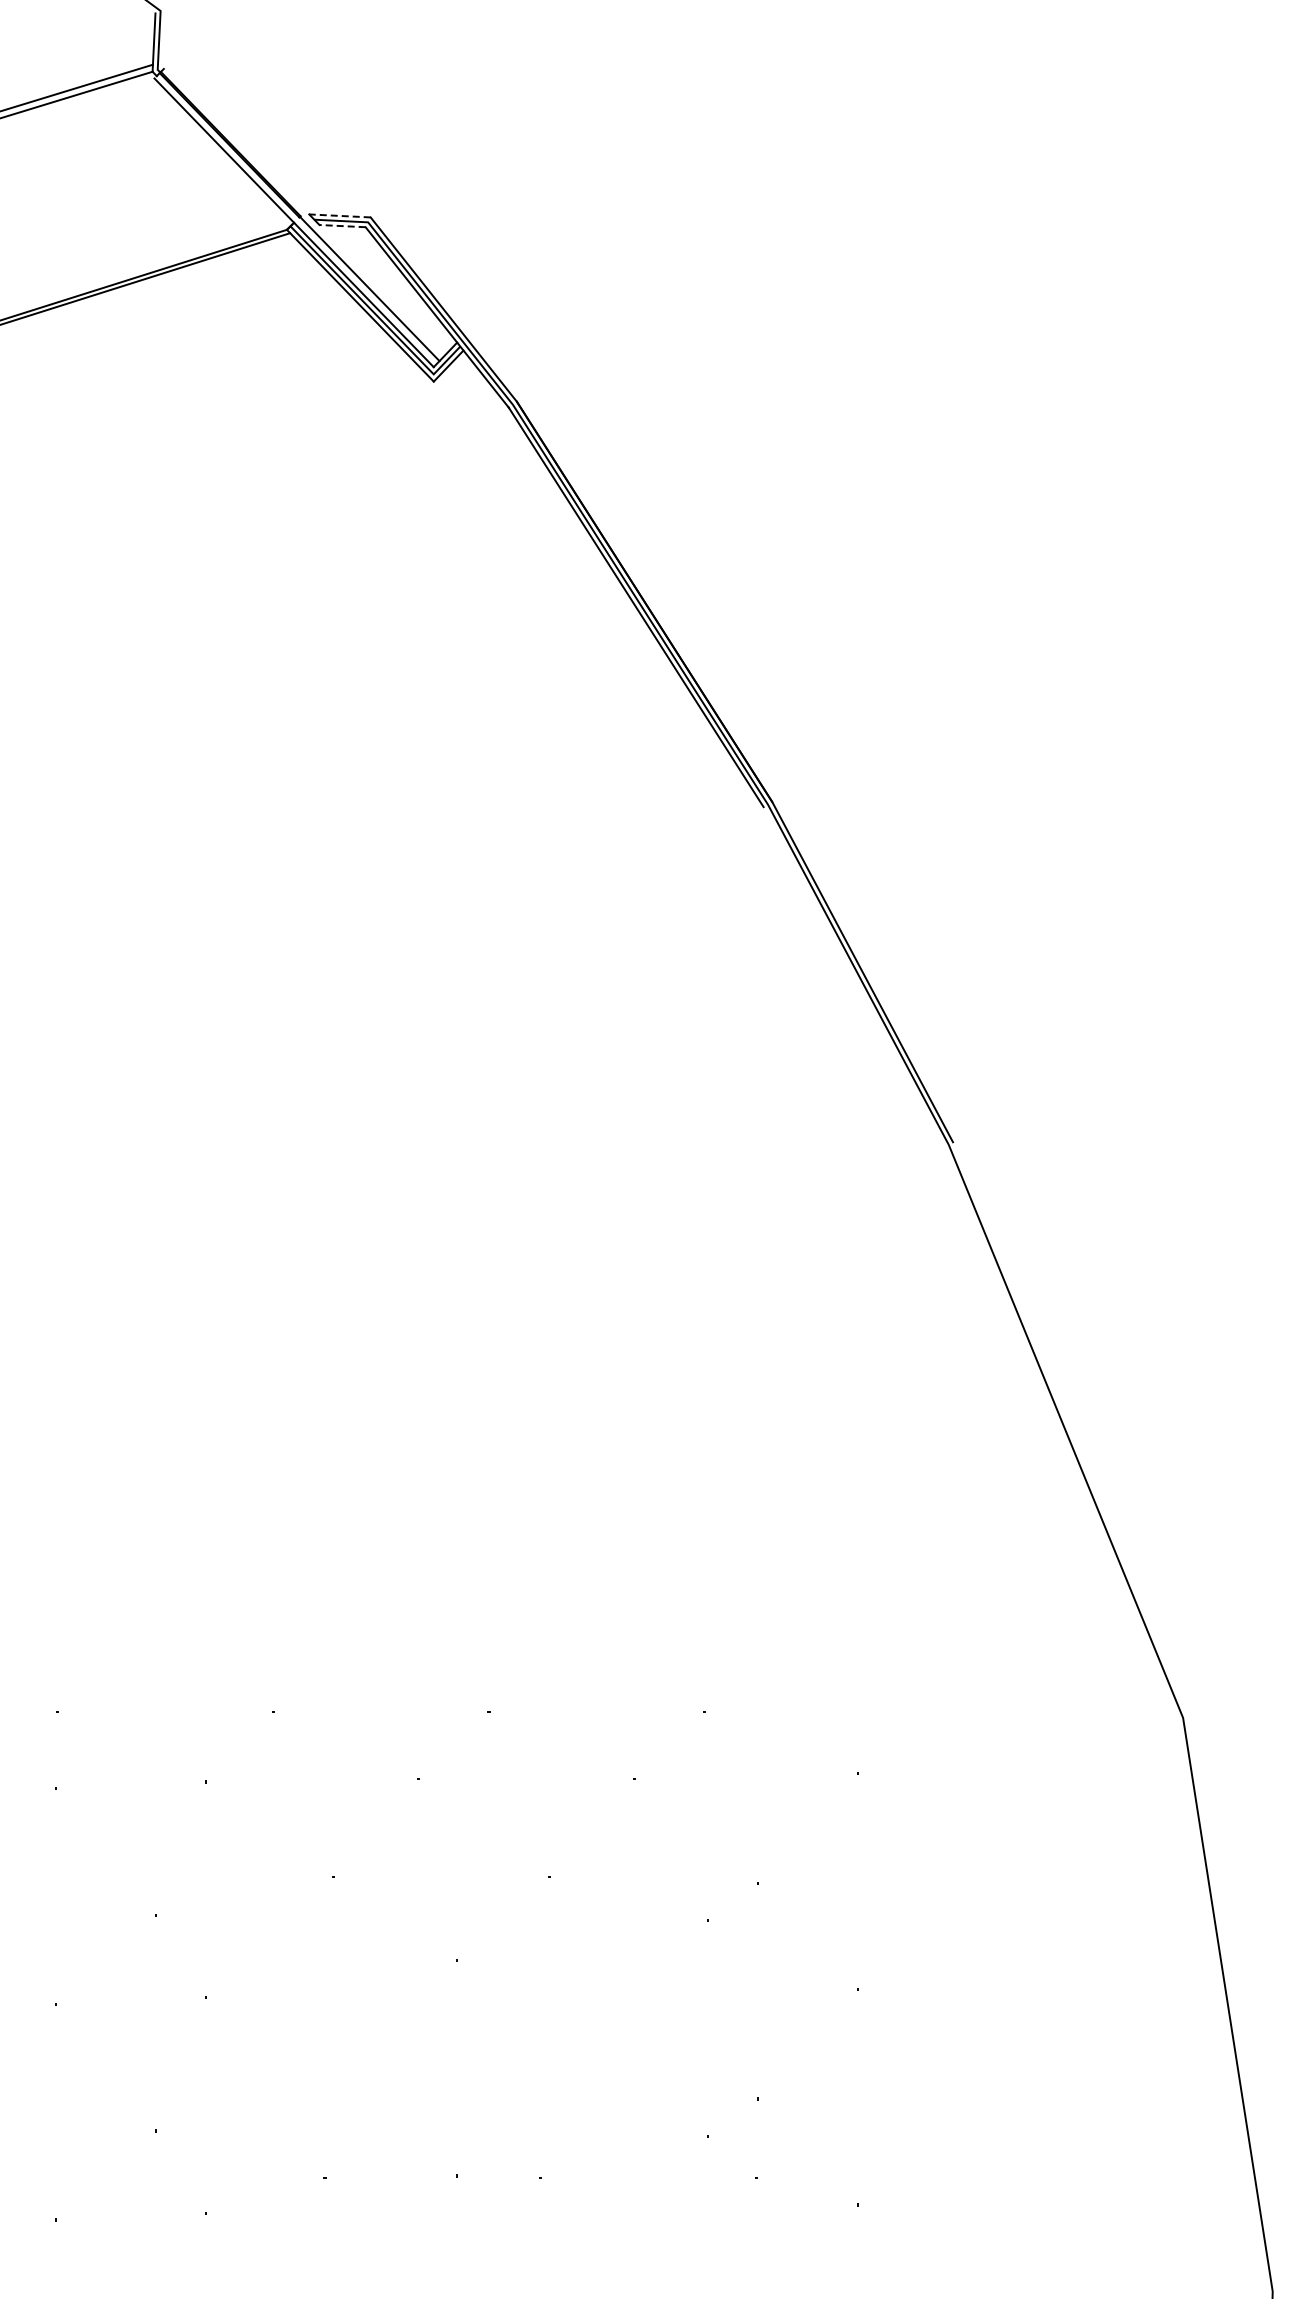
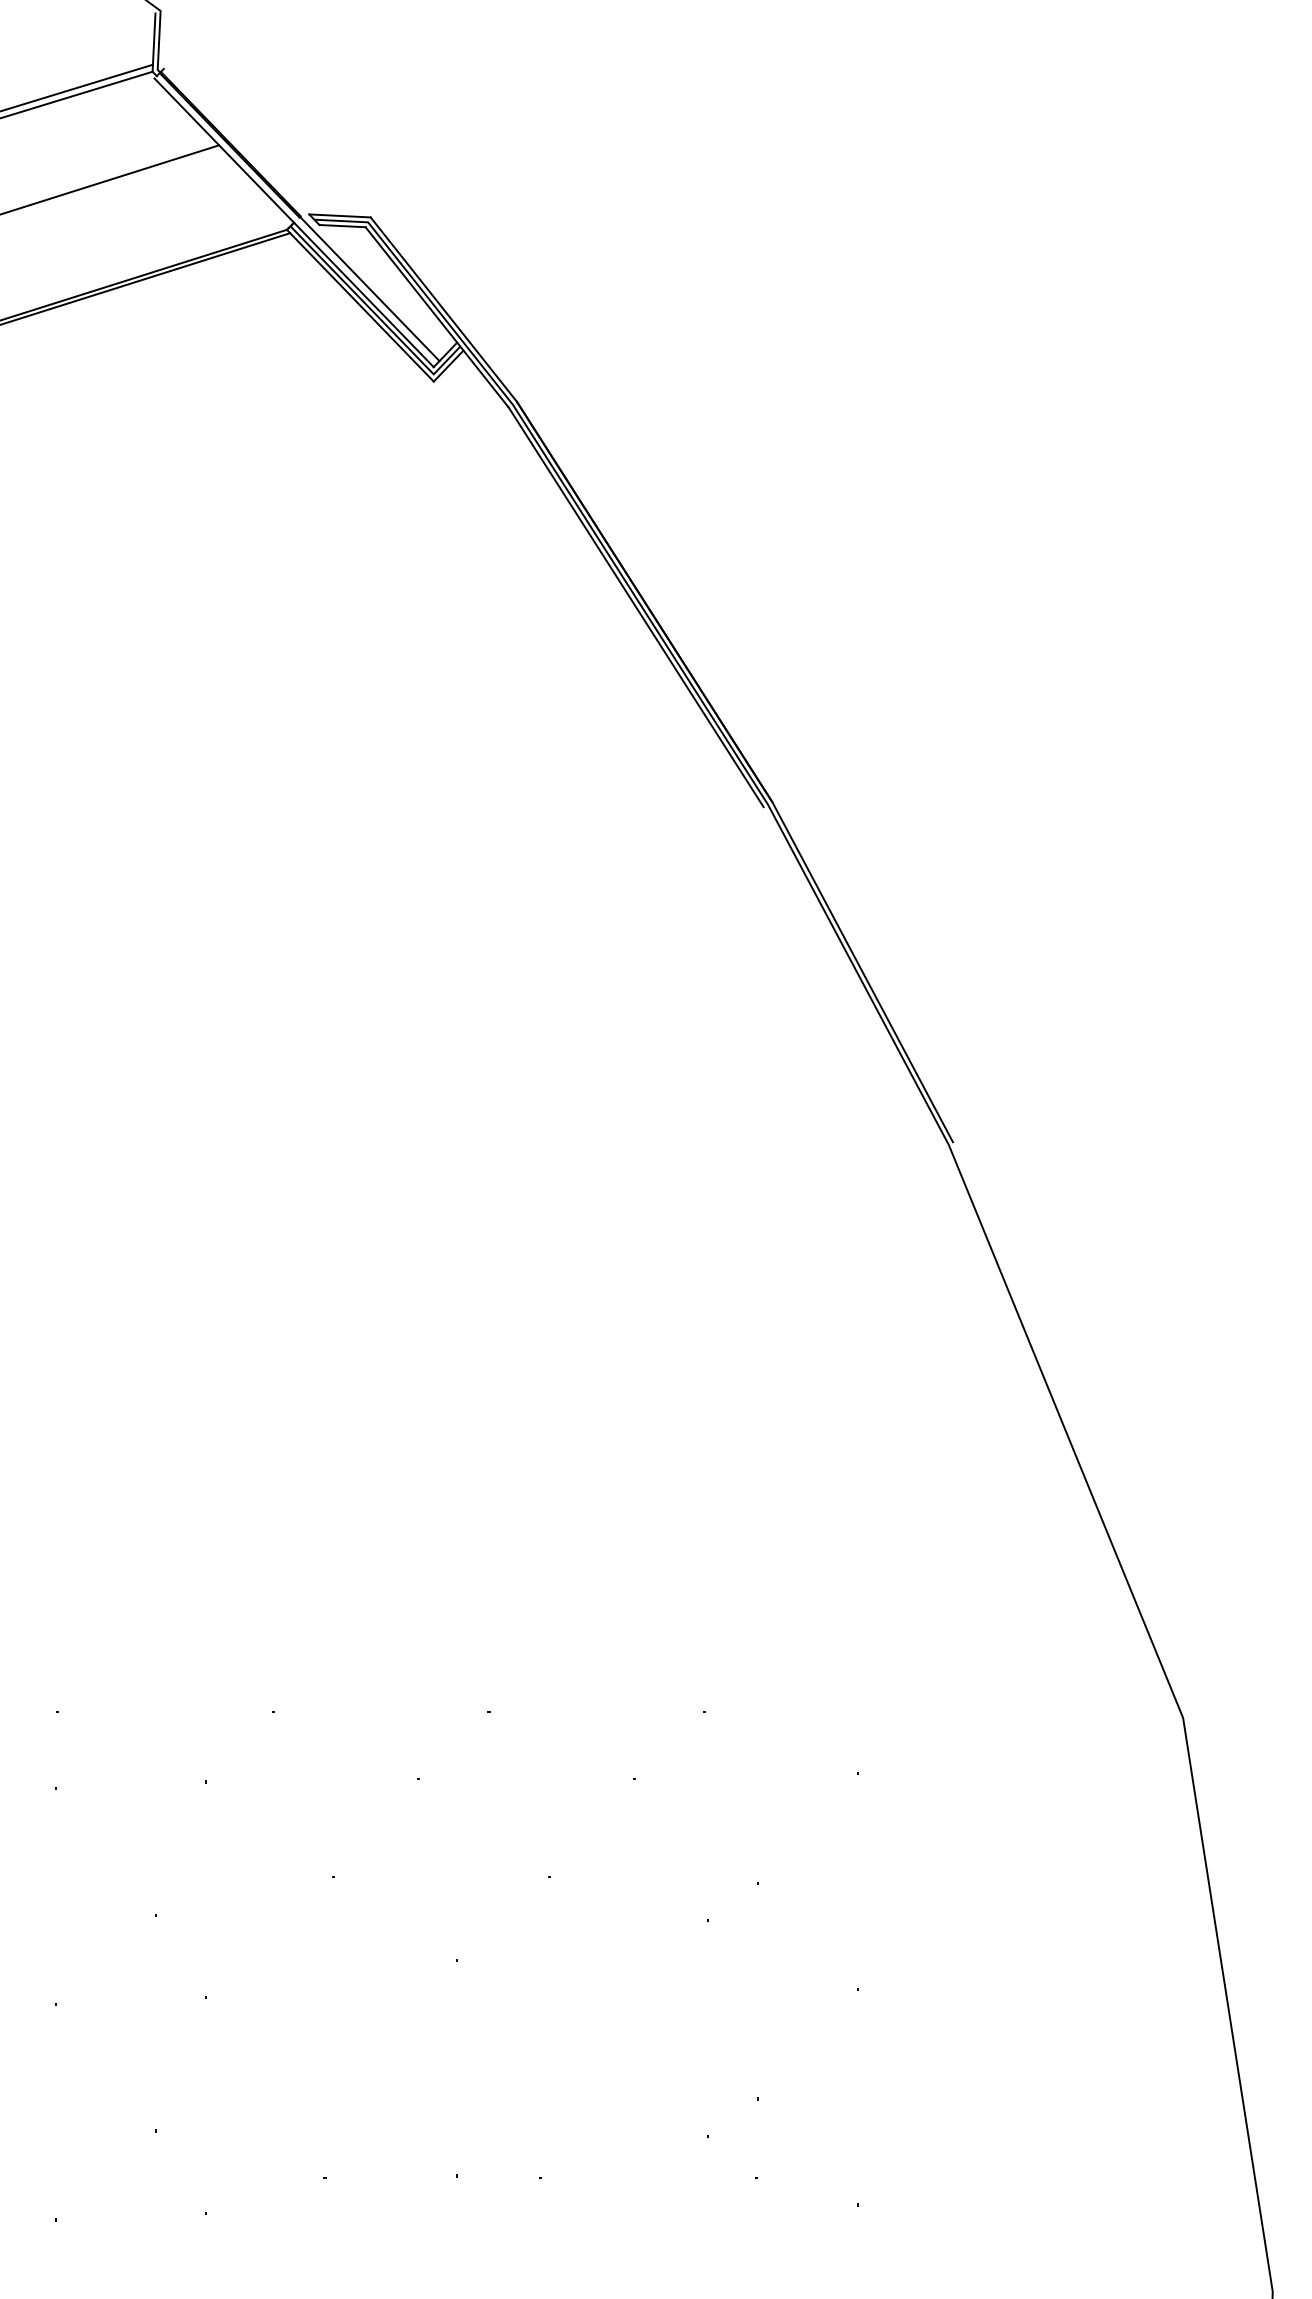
line at (110, 179): none -> present
line at (339, 215): dashed -> solid
line at (342, 226): dashed -> solid
